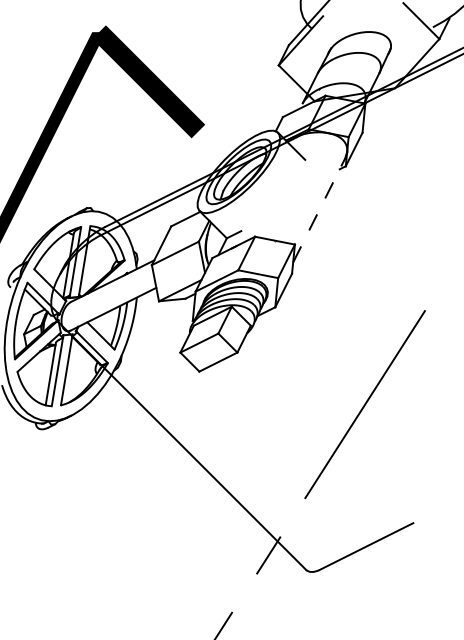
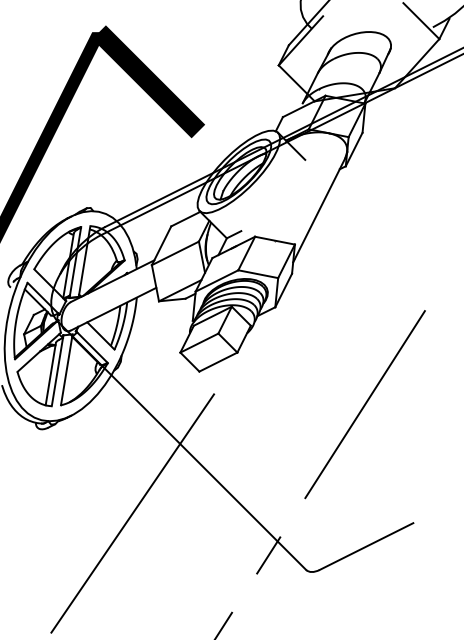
line at (319, 210): dashed -> solid
line at (132, 513): none -> present
